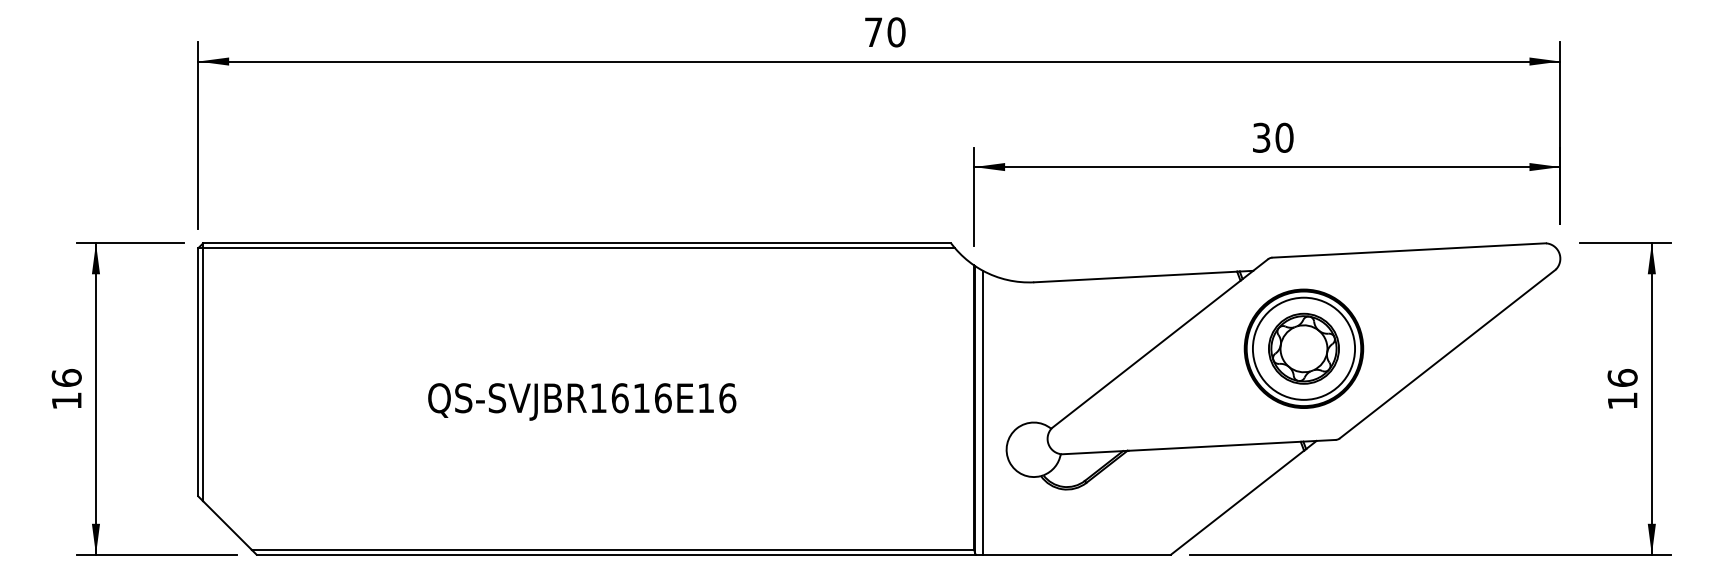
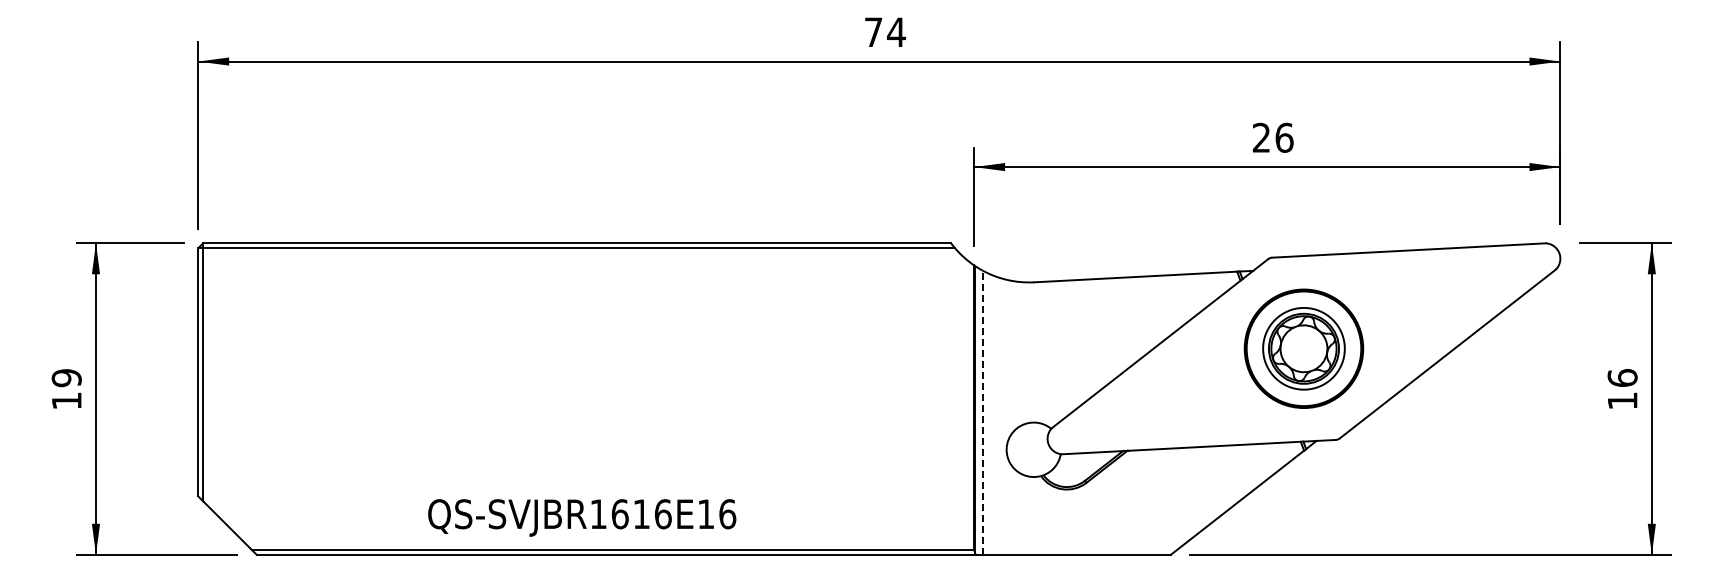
text at (896, 32): 70 -> 74
text at (1272, 137): 30 -> 26
circle at (1303, 348) diameter: 102 px -> 82 px
text at (66, 378): 16 -> 19
text at (582, 401) position: (582, 401) -> (582, 517)
line at (982, 412): solid -> dashed
